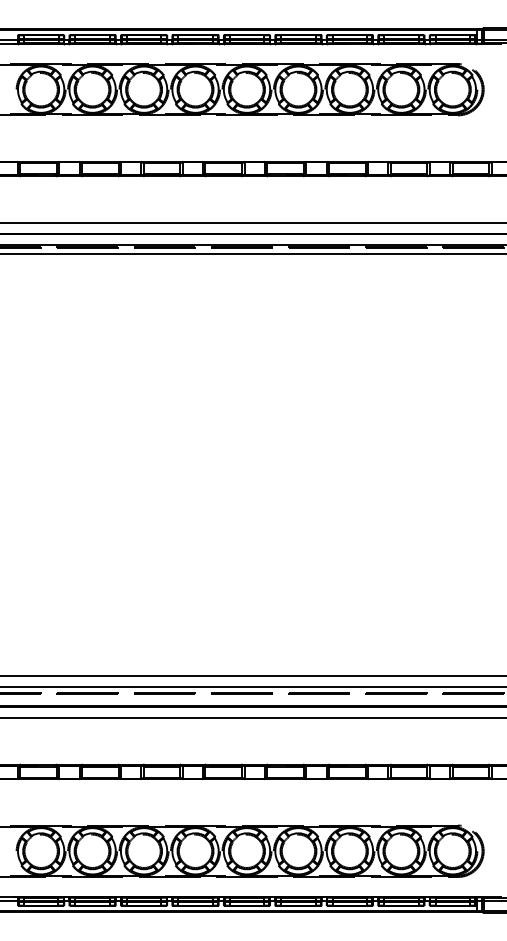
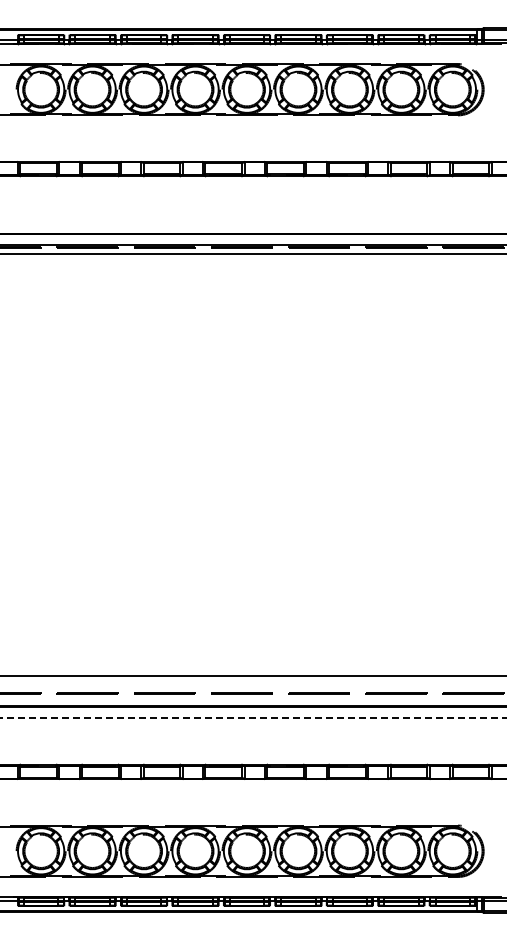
line at (252, 223): present -> none
line at (252, 686): present -> none
line at (253, 717): solid -> dashed
